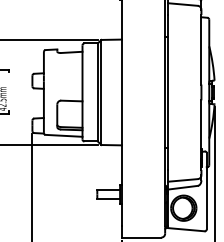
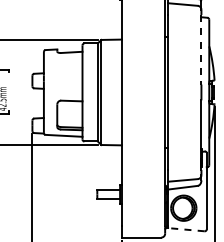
line at (201, 49): solid -> dashed
line at (185, 229): solid -> dashed
